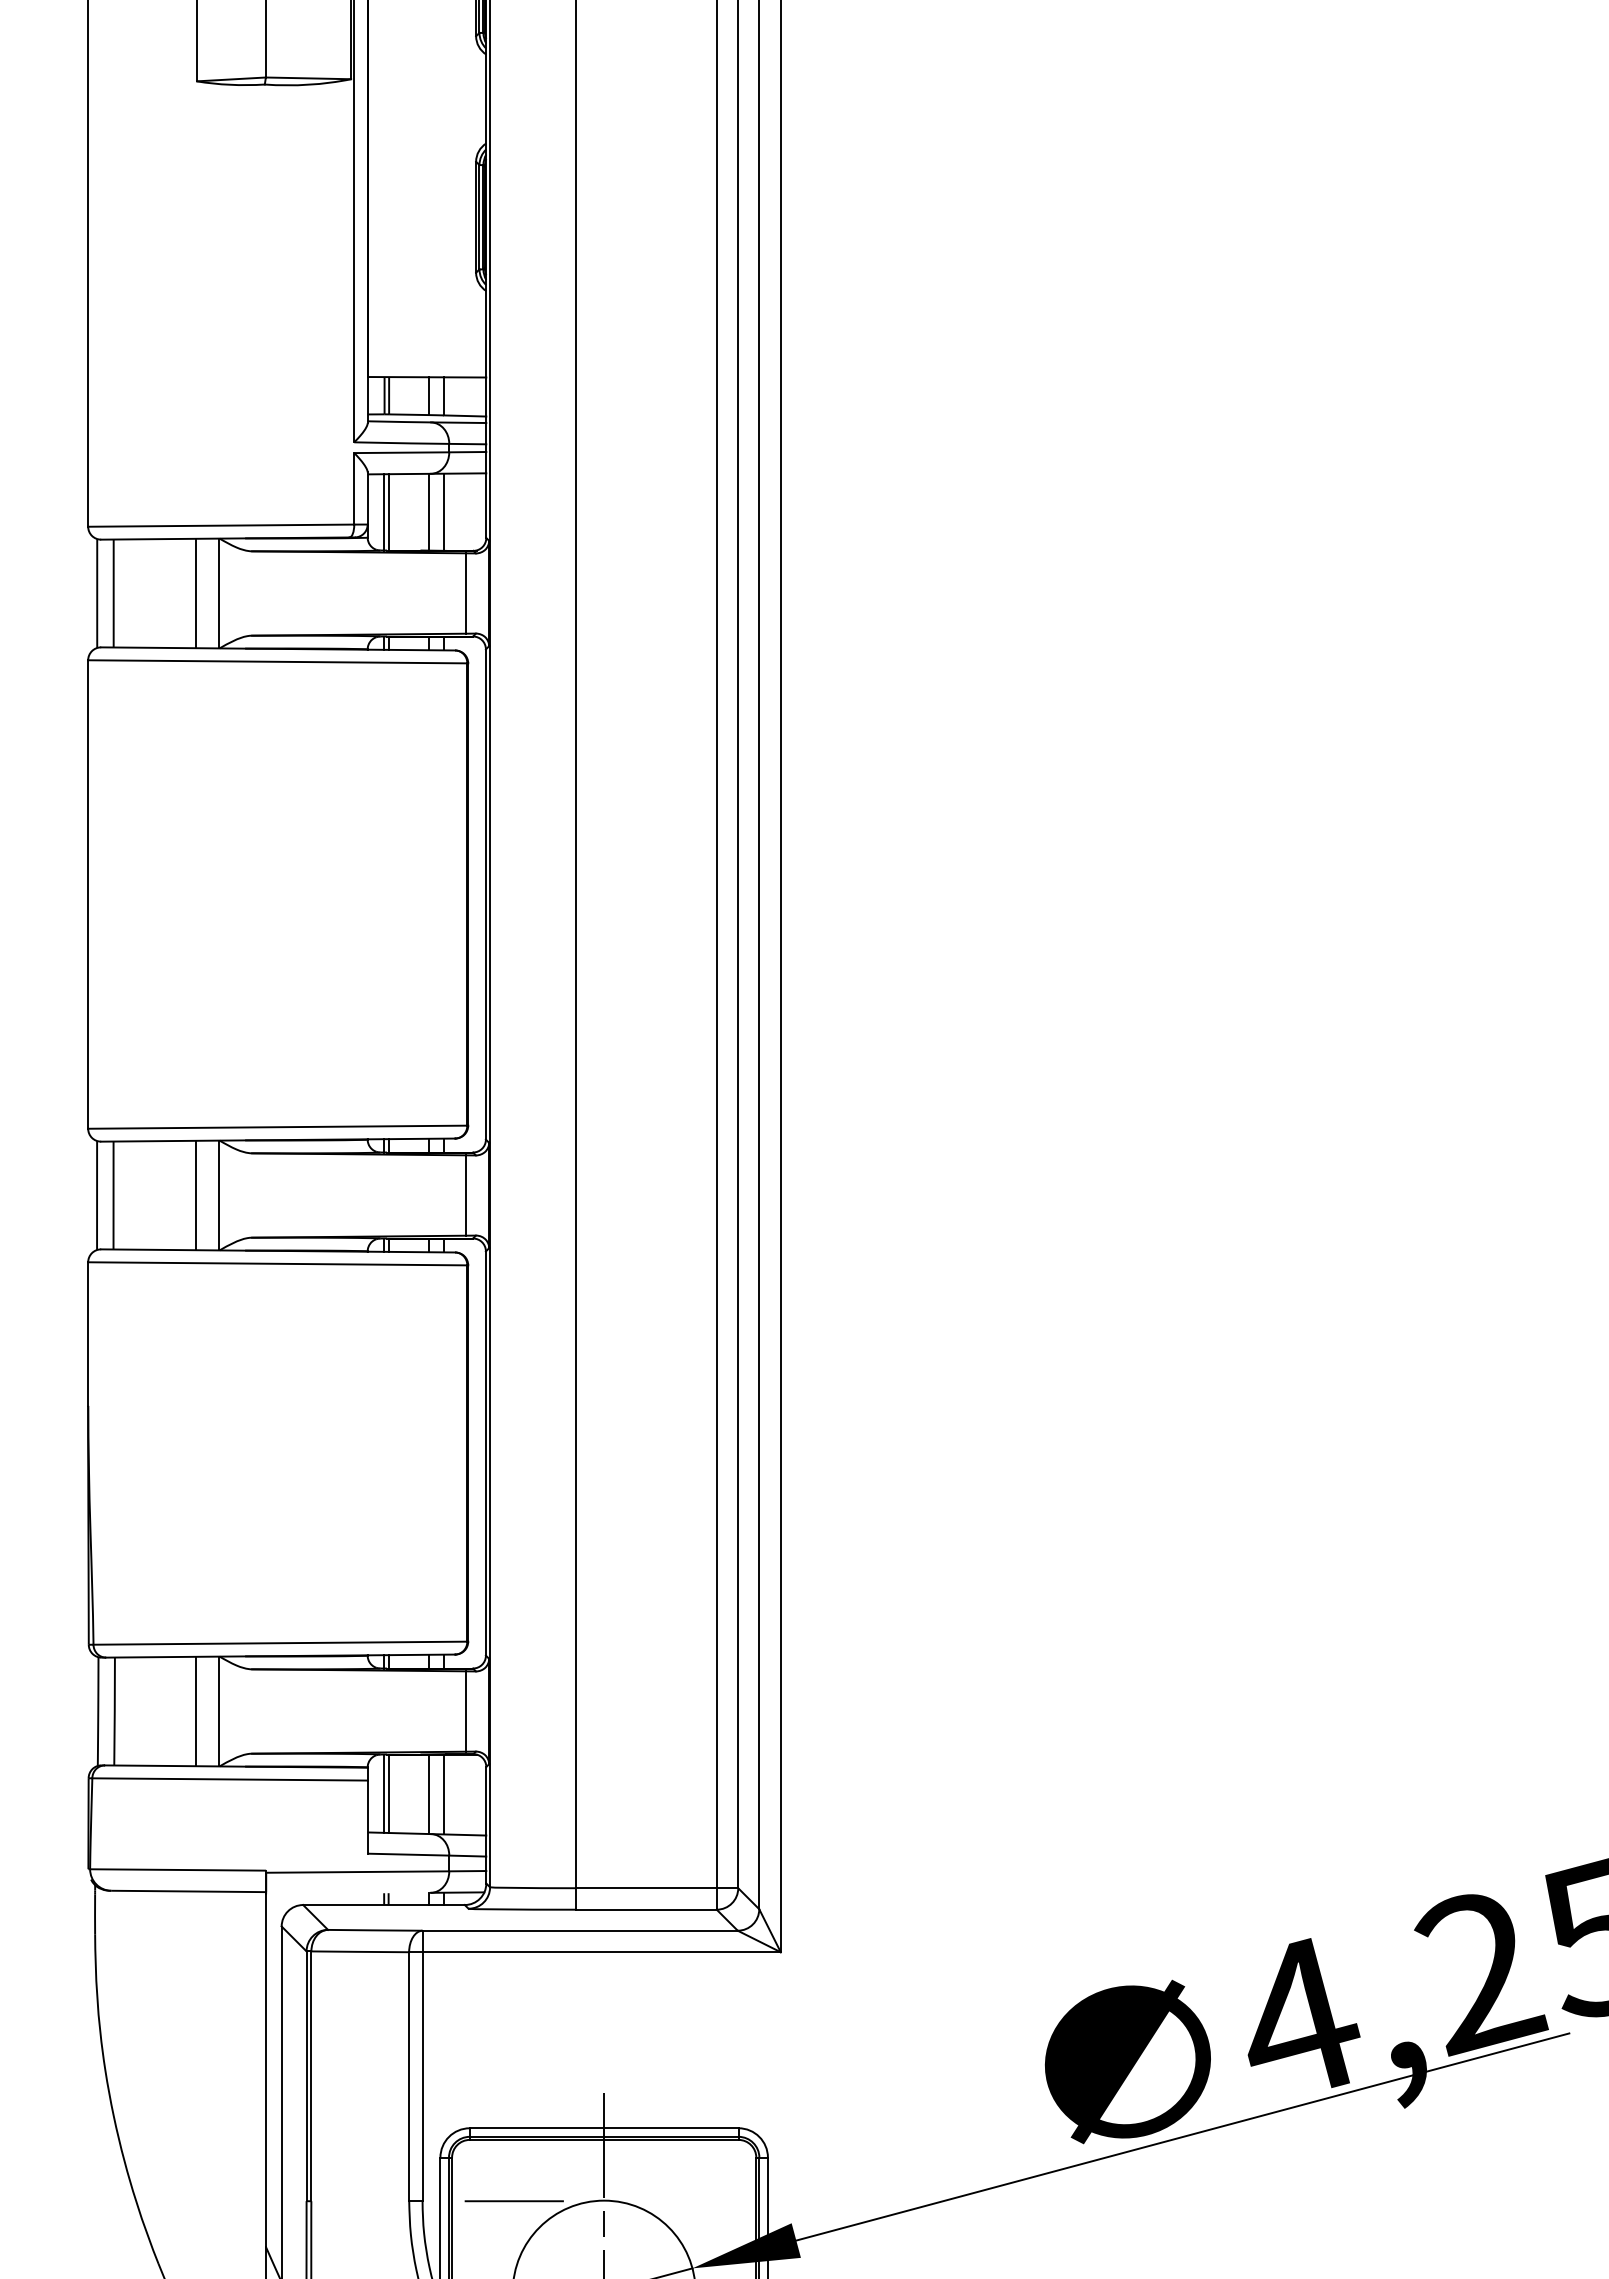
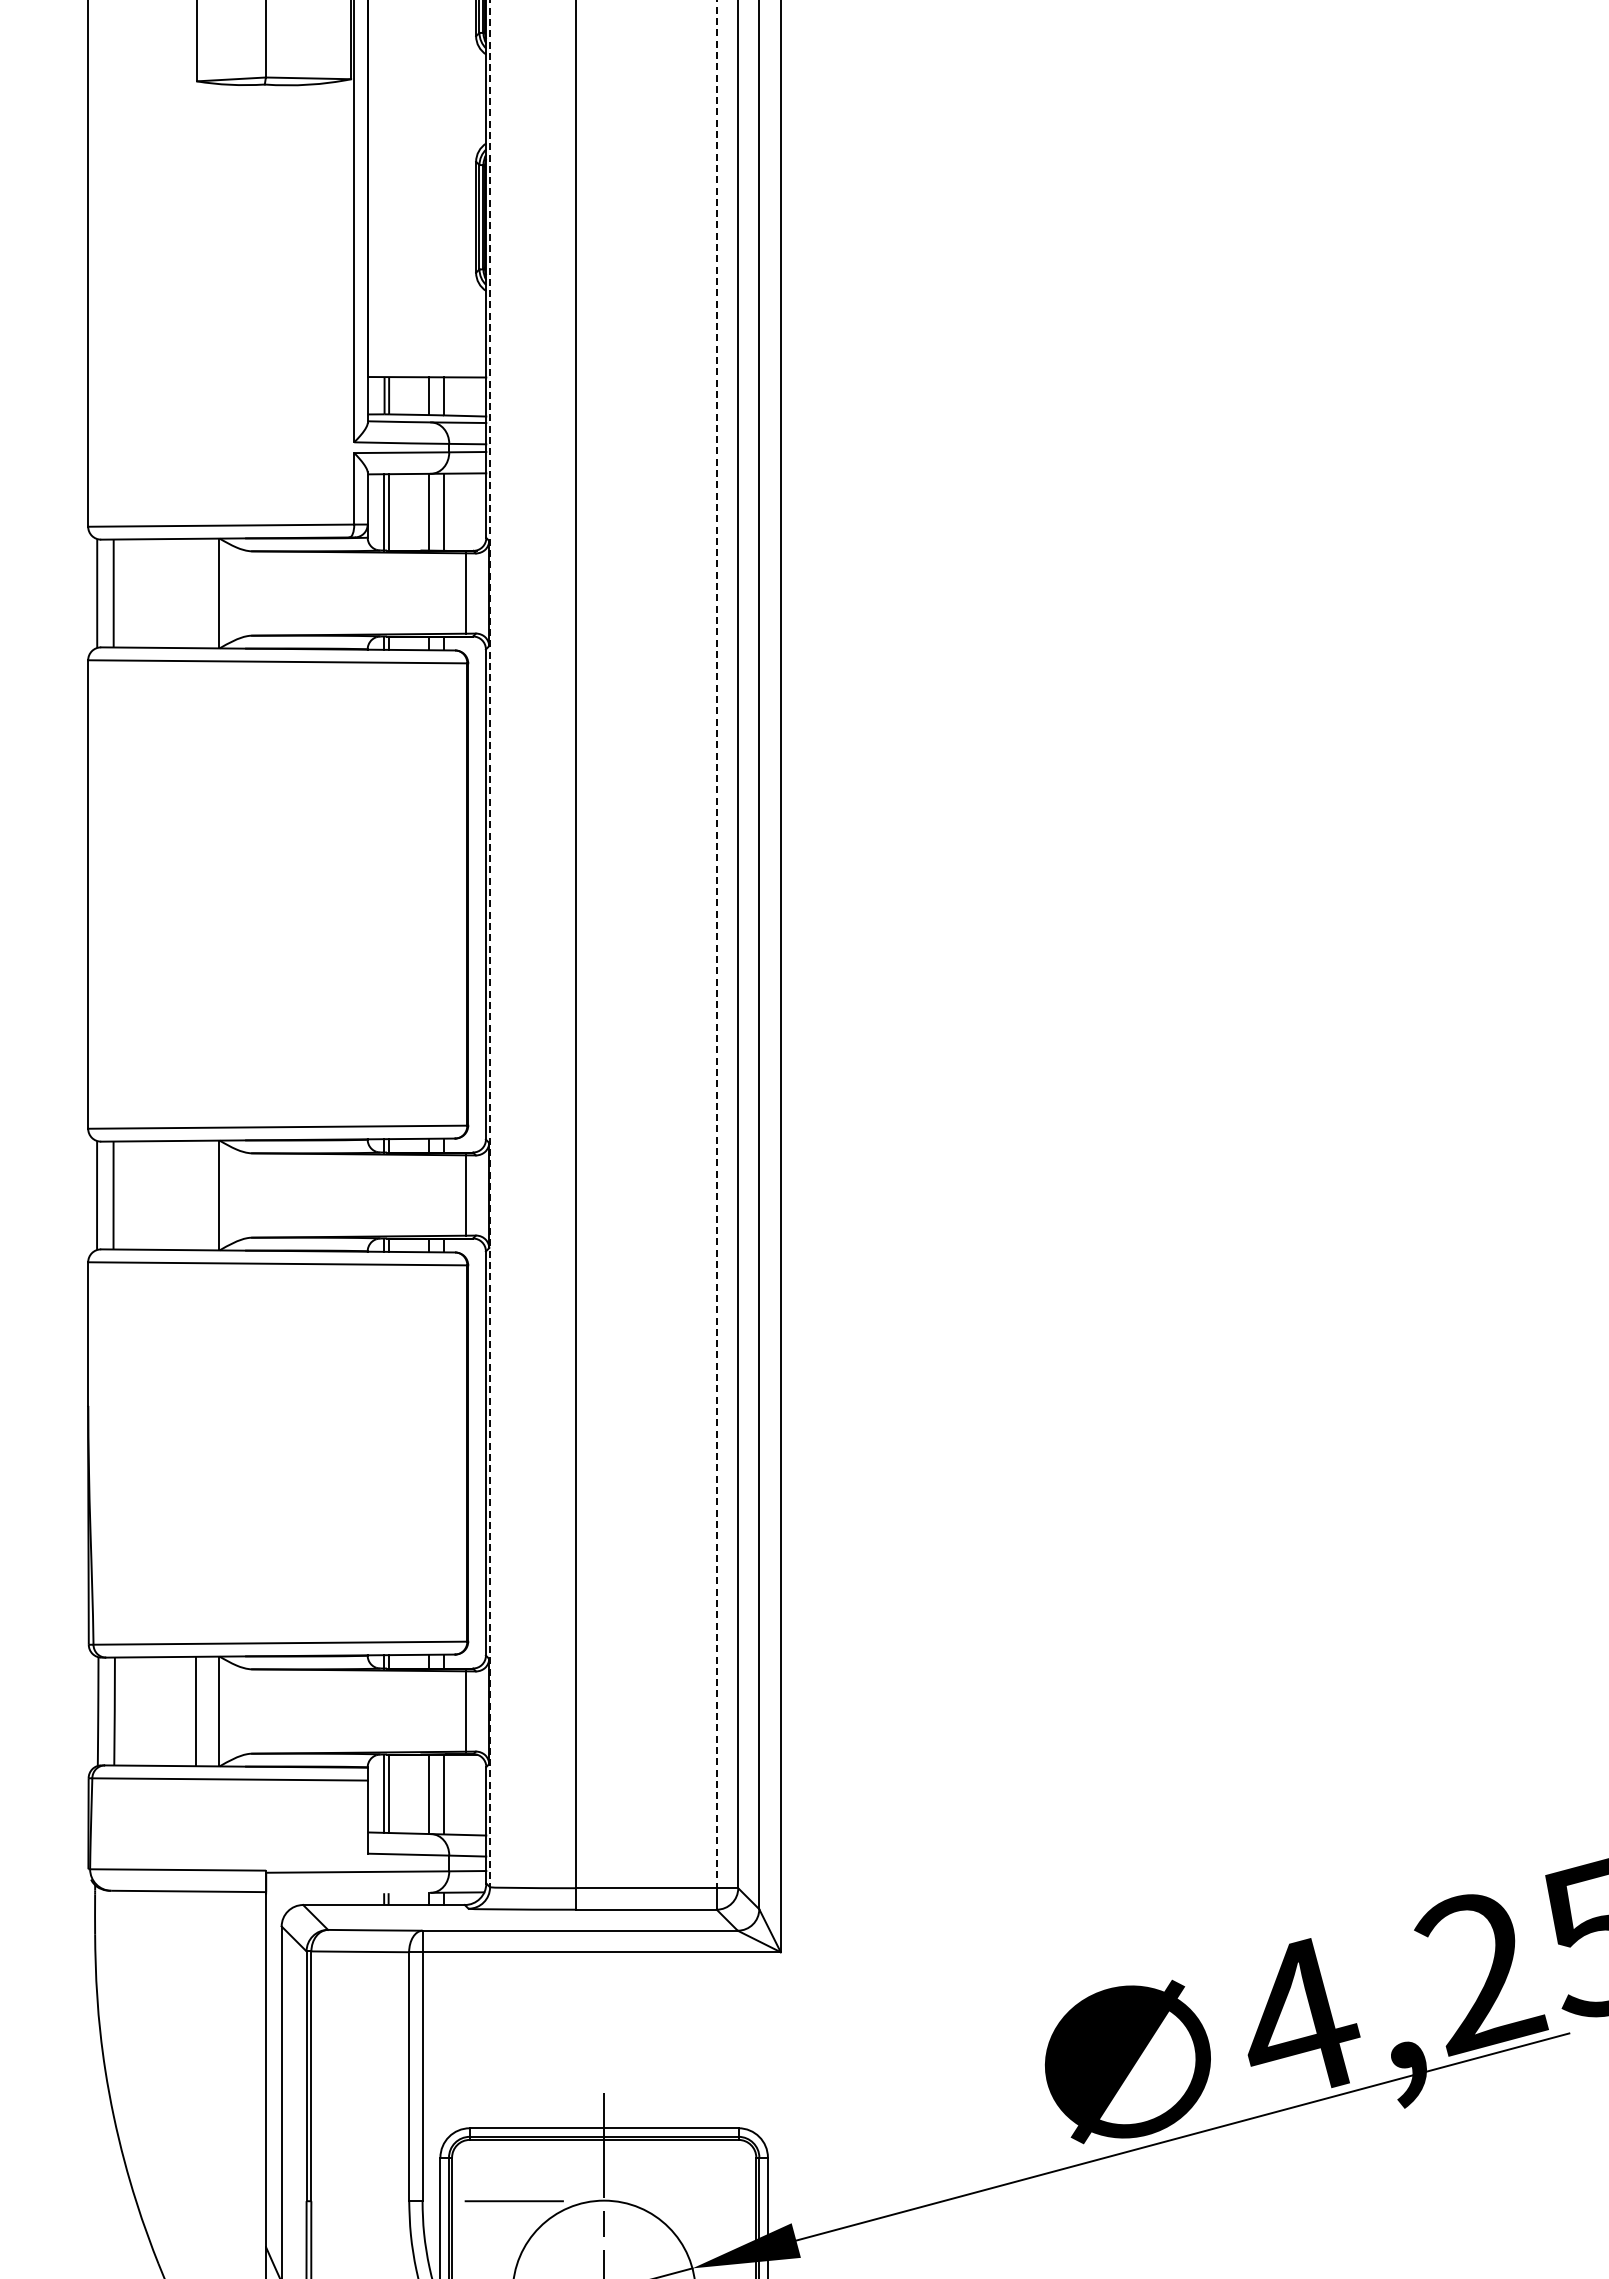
line at (195, 593): present -> none
line at (490, 944): solid -> dashed
line at (716, 944): solid -> dashed
line at (195, 1195): present -> none
